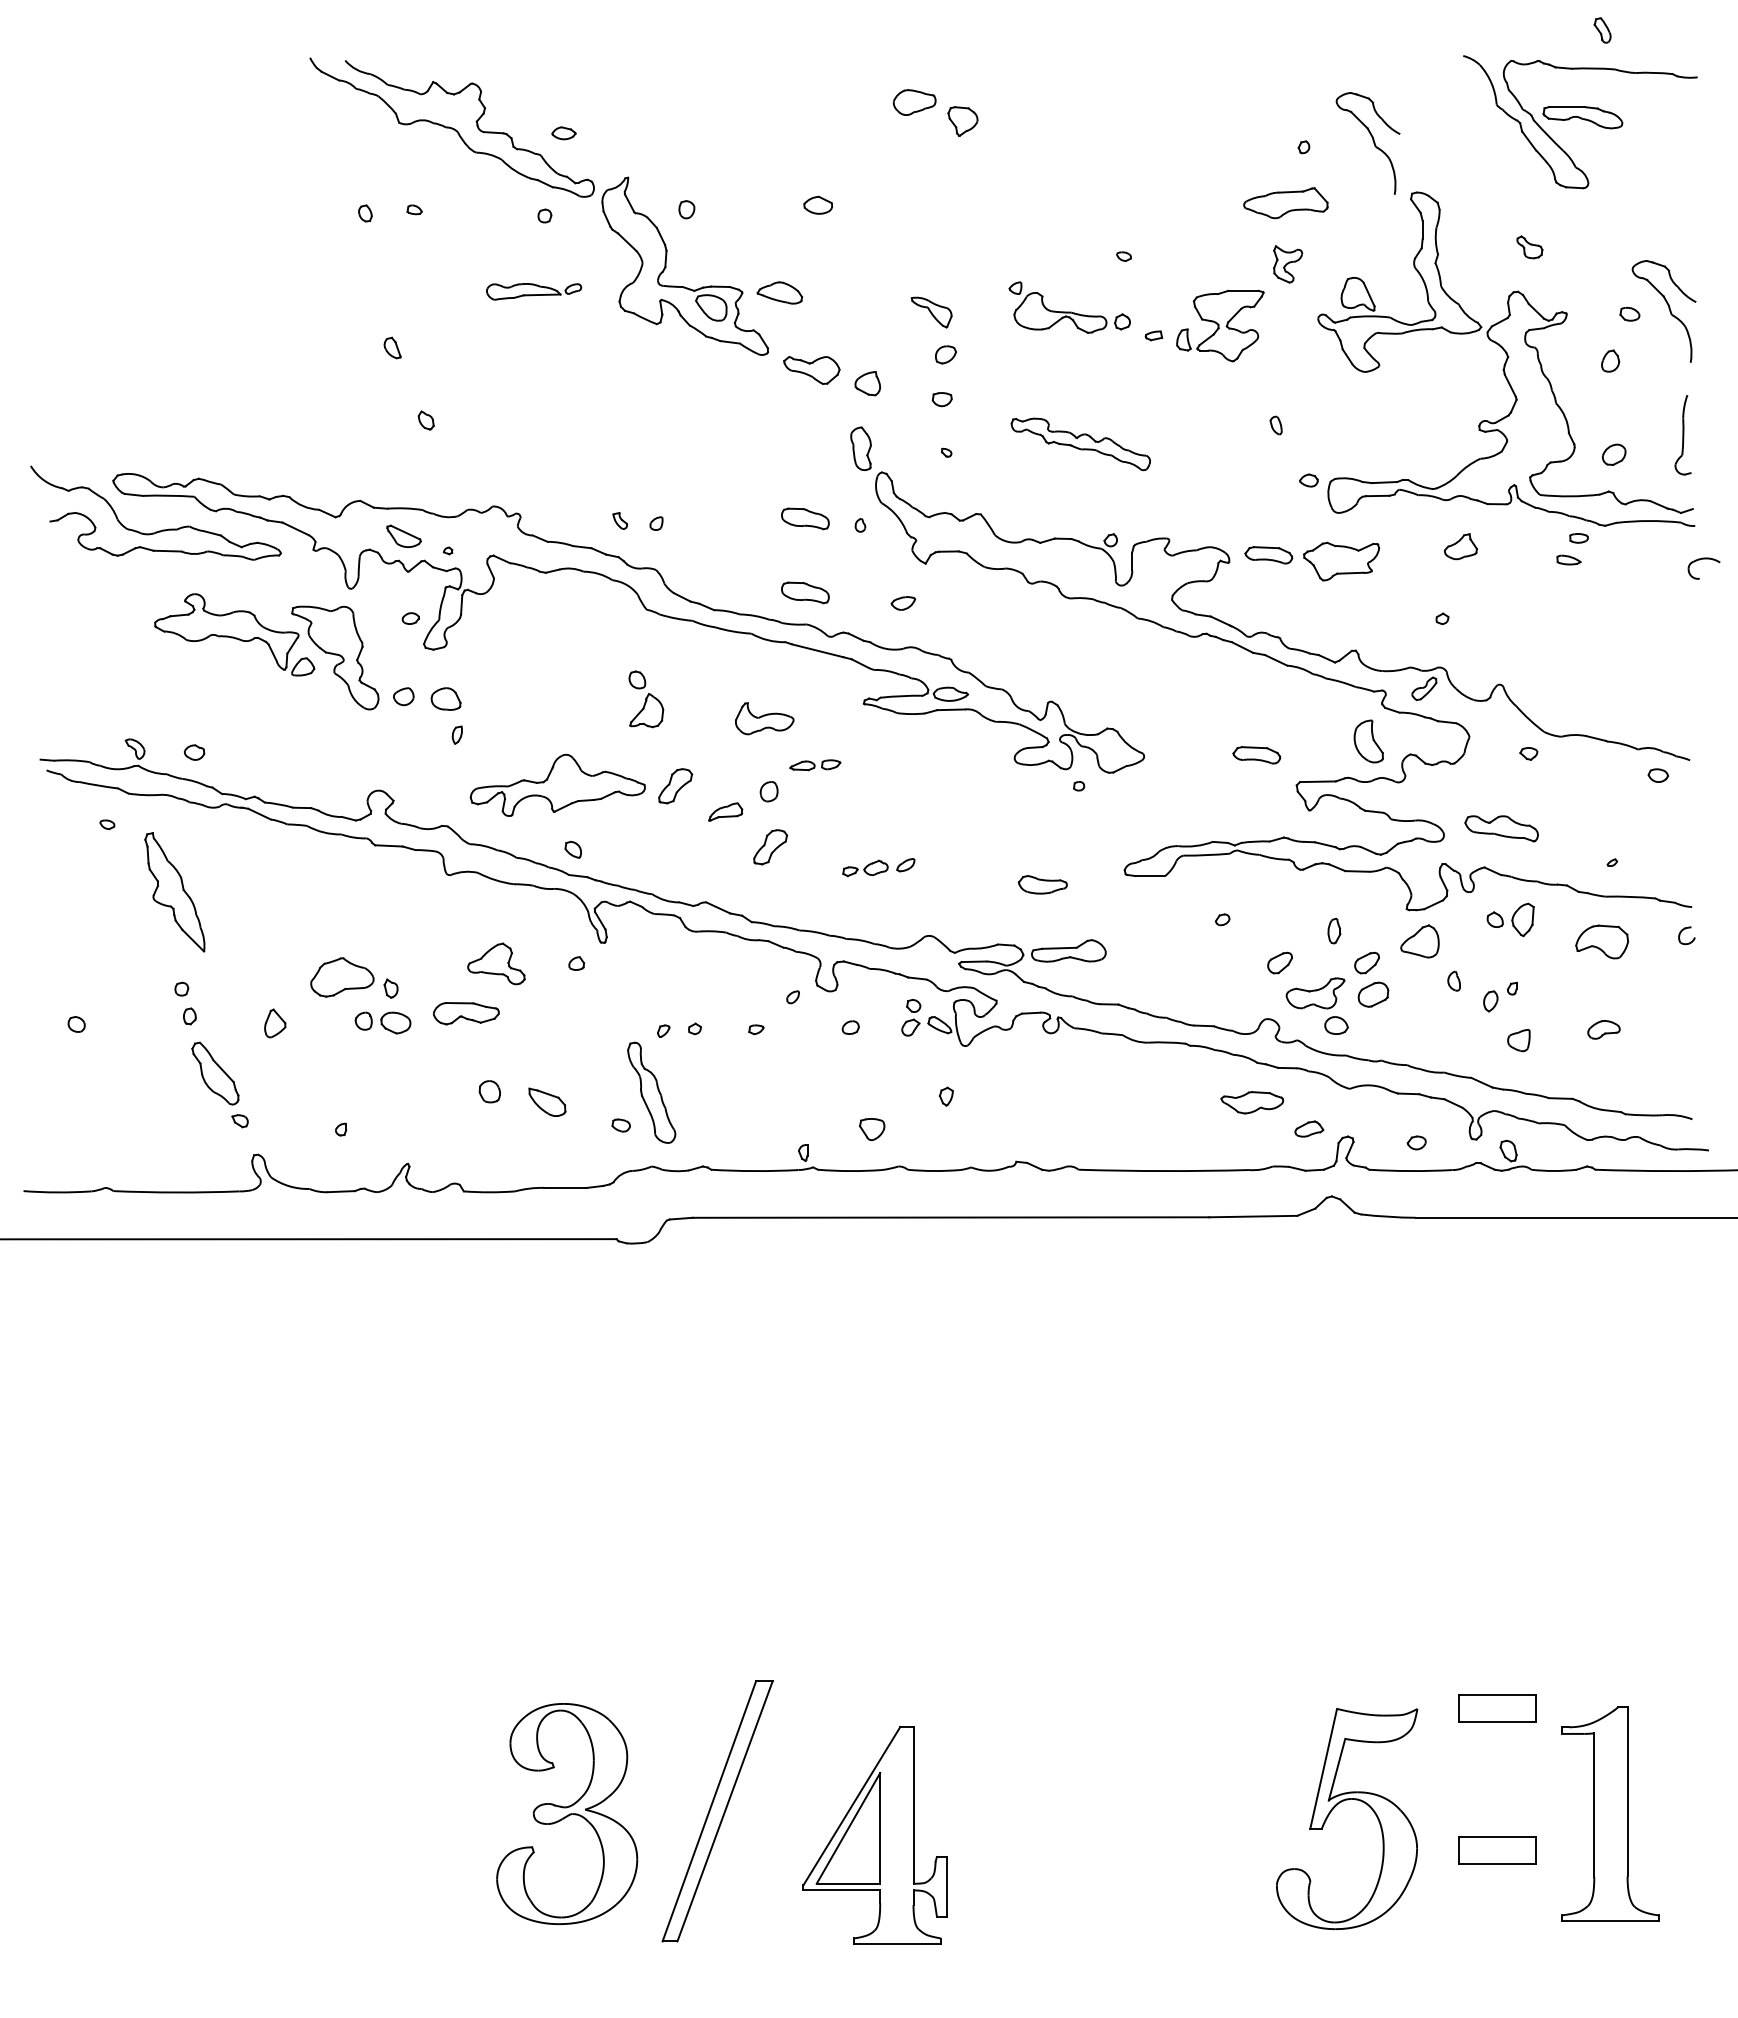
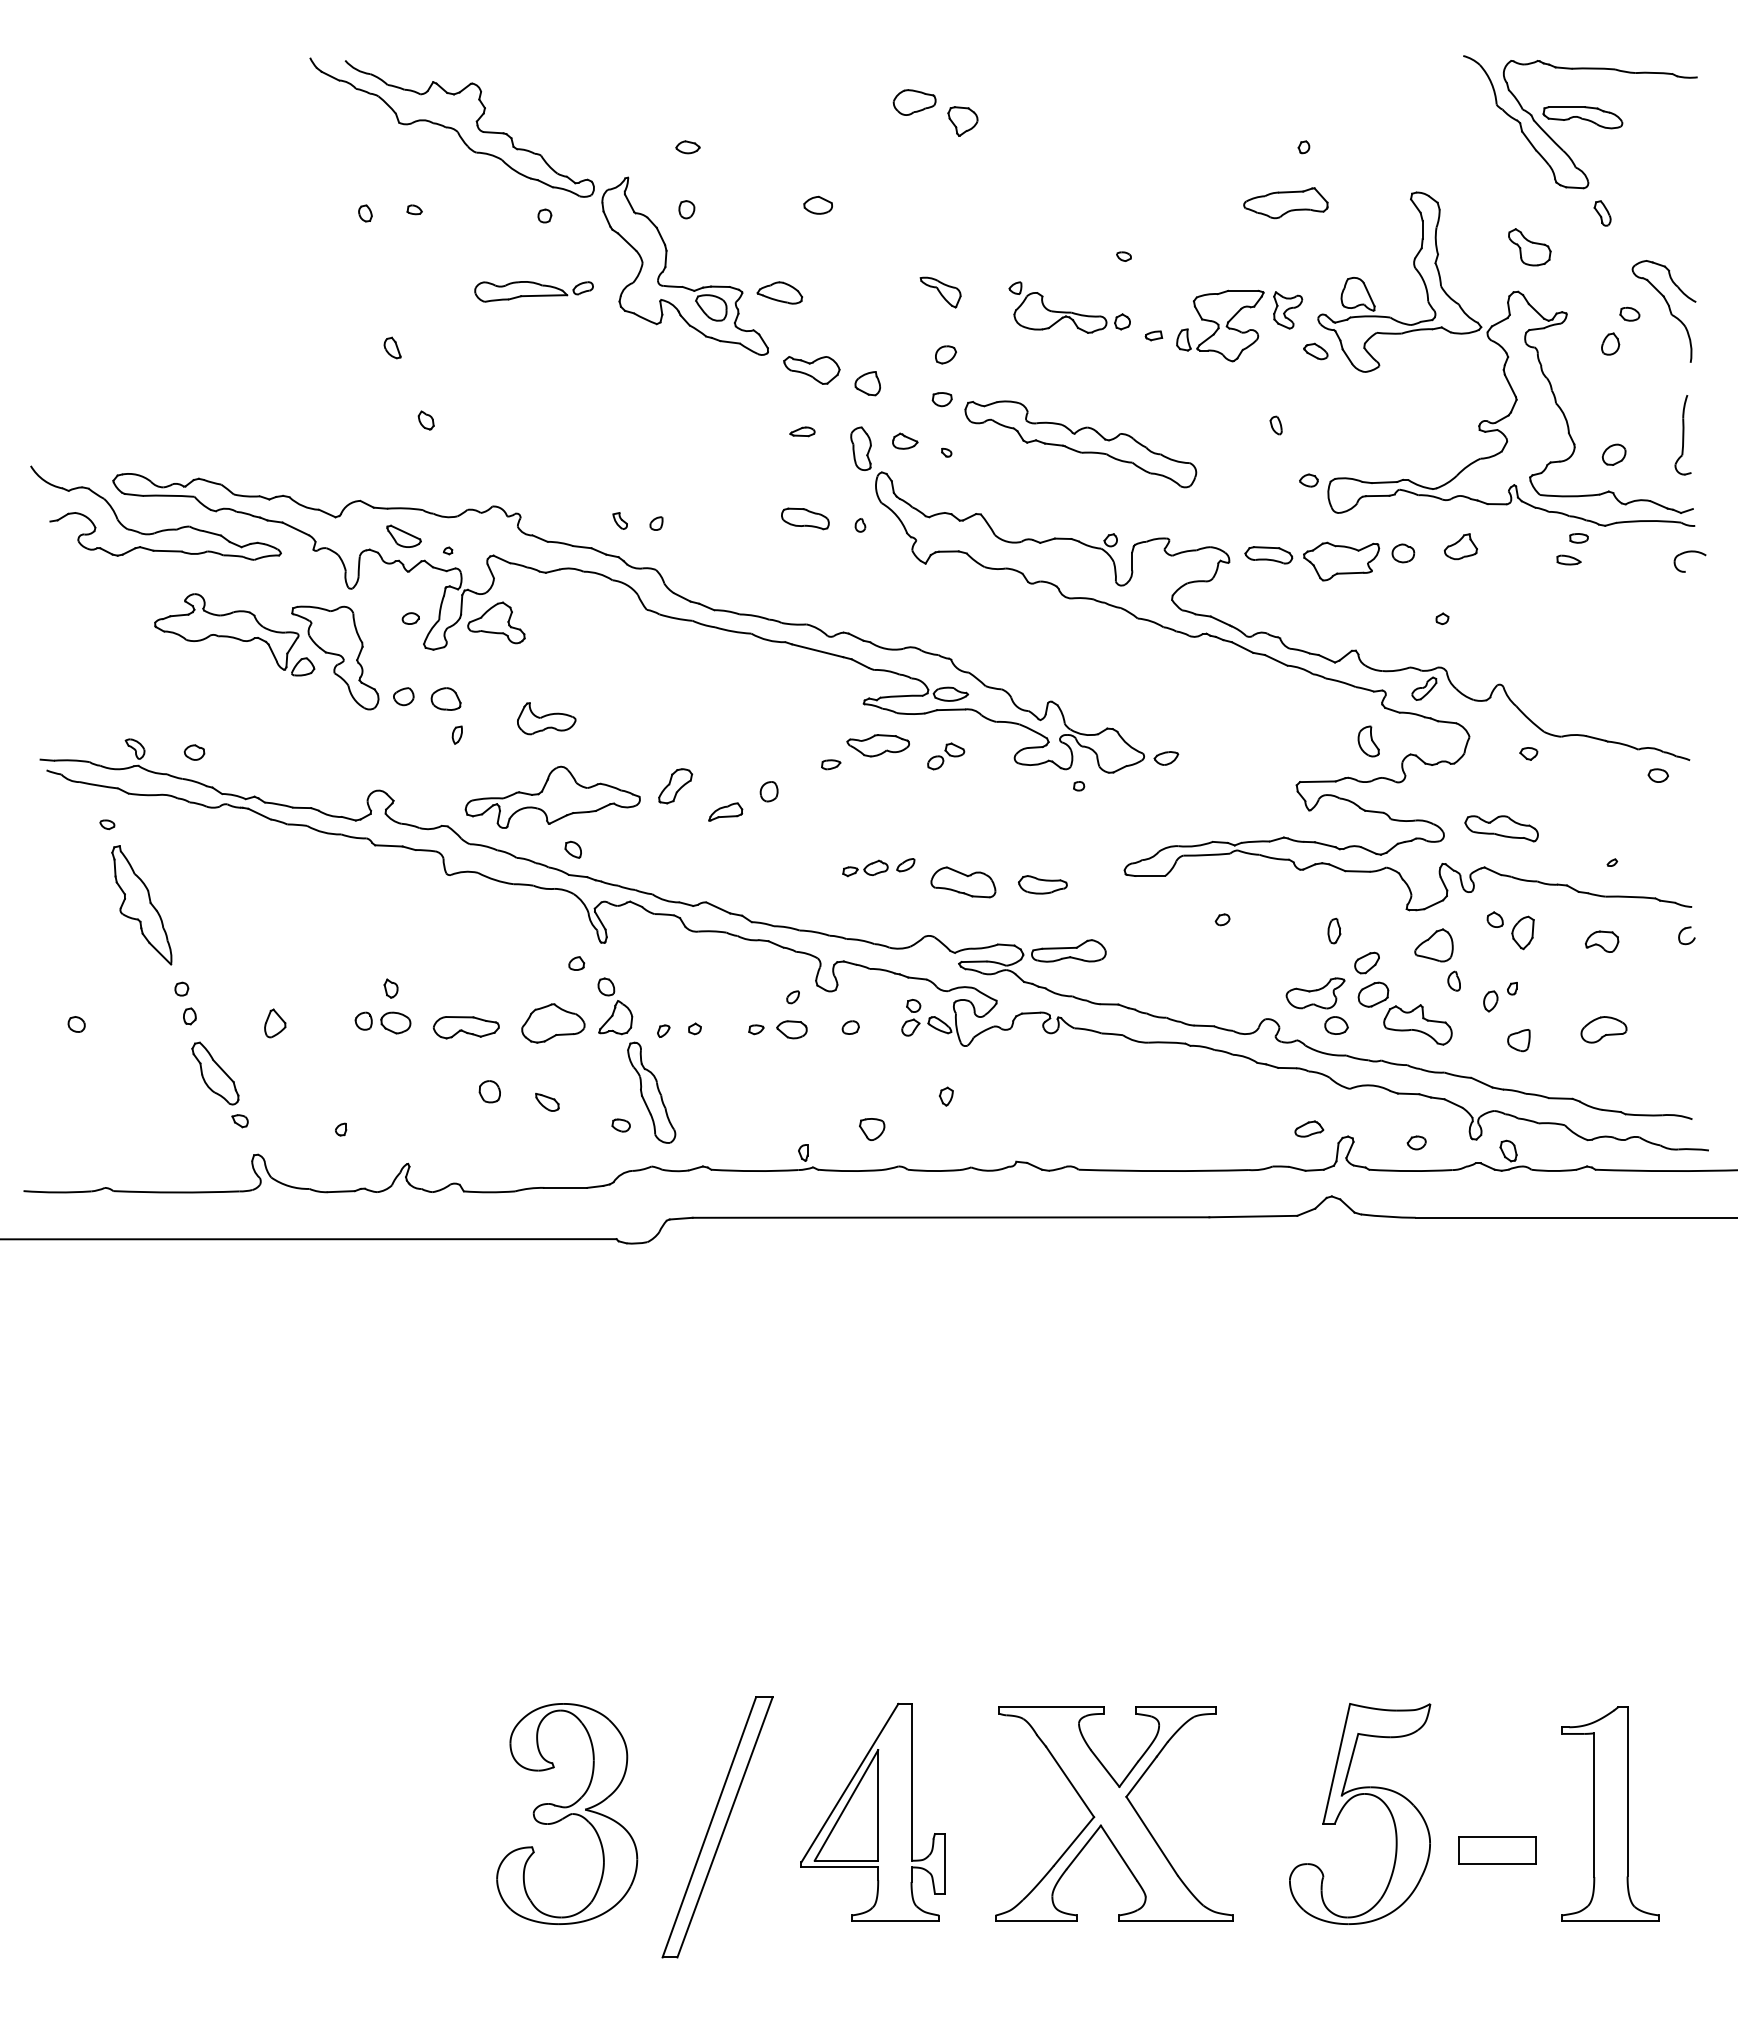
part at (1602, 30) position: (1602, 30) -> (1602, 213)
part at (563, 133) position: (563, 133) -> (687, 147)
part at (1367, 143): present -> none
part at (1529, 247) size: 28x25 px -> 44x39 px
part at (1288, 264) position: (1288, 264) -> (1288, 310)
part at (534, 291) size: 97x18 px -> 120x22 px
part at (931, 312) position: (931, 312) -> (940, 292)
part at (1315, 351): none -> present
part at (1610, 360) position: (1610, 360) -> (1610, 343)
part at (905, 440): none -> present
part at (1080, 444) size: 141x55 px -> 234x89 px
part at (1403, 553): none -> present
part at (1699, 560) position: (1699, 560) -> (1685, 553)
part at (805, 592): present -> none
part at (903, 603) position: (903, 603) -> (1166, 758)
part at (646, 699) position: (646, 699) -> (615, 1006)
part at (764, 718) position: (764, 718) -> (546, 718)
part at (1368, 741) size: 31x45 px -> 23x33 px
part at (1256, 755): present -> none
part at (946, 756): none -> present
part at (802, 765) position: (802, 765) -> (802, 431)
part at (557, 784) position: (557, 784) -> (552, 796)
part at (770, 847): present -> none
part at (963, 882): none -> present
part at (174, 892) position: (174, 892) -> (141, 905)
part at (1522, 919) position: (1522, 919) -> (1522, 932)
part at (1419, 941) position: (1419, 941) -> (1433, 945)
part at (1602, 941) size: 55x36 px -> 36x23 px
part at (1279, 962): present -> none
part at (496, 963) position: (496, 963) -> (496, 622)
part at (342, 977) position: (342, 977) -> (553, 1023)
part at (465, 1013) position: (465, 1013) -> (465, 1027)
part at (1417, 1024): none -> present
part at (791, 1029): none -> present
part at (1603, 1029) size: 34x20 px -> 48x28 px
part at (547, 1101) size: 39x30 px -> 25x19 px
part at (1251, 1102) position: (1251, 1102) -> (877, 745)
part at (1497, 1708): present -> none
part at (1336, 1806) position: (1336, 1806) -> (1349, 1801)
part at (717, 1811) position: (717, 1811) -> (717, 1827)
part at (1114, 1813): none -> present
part at (874, 1834) position: (874, 1834) -> (872, 1811)
